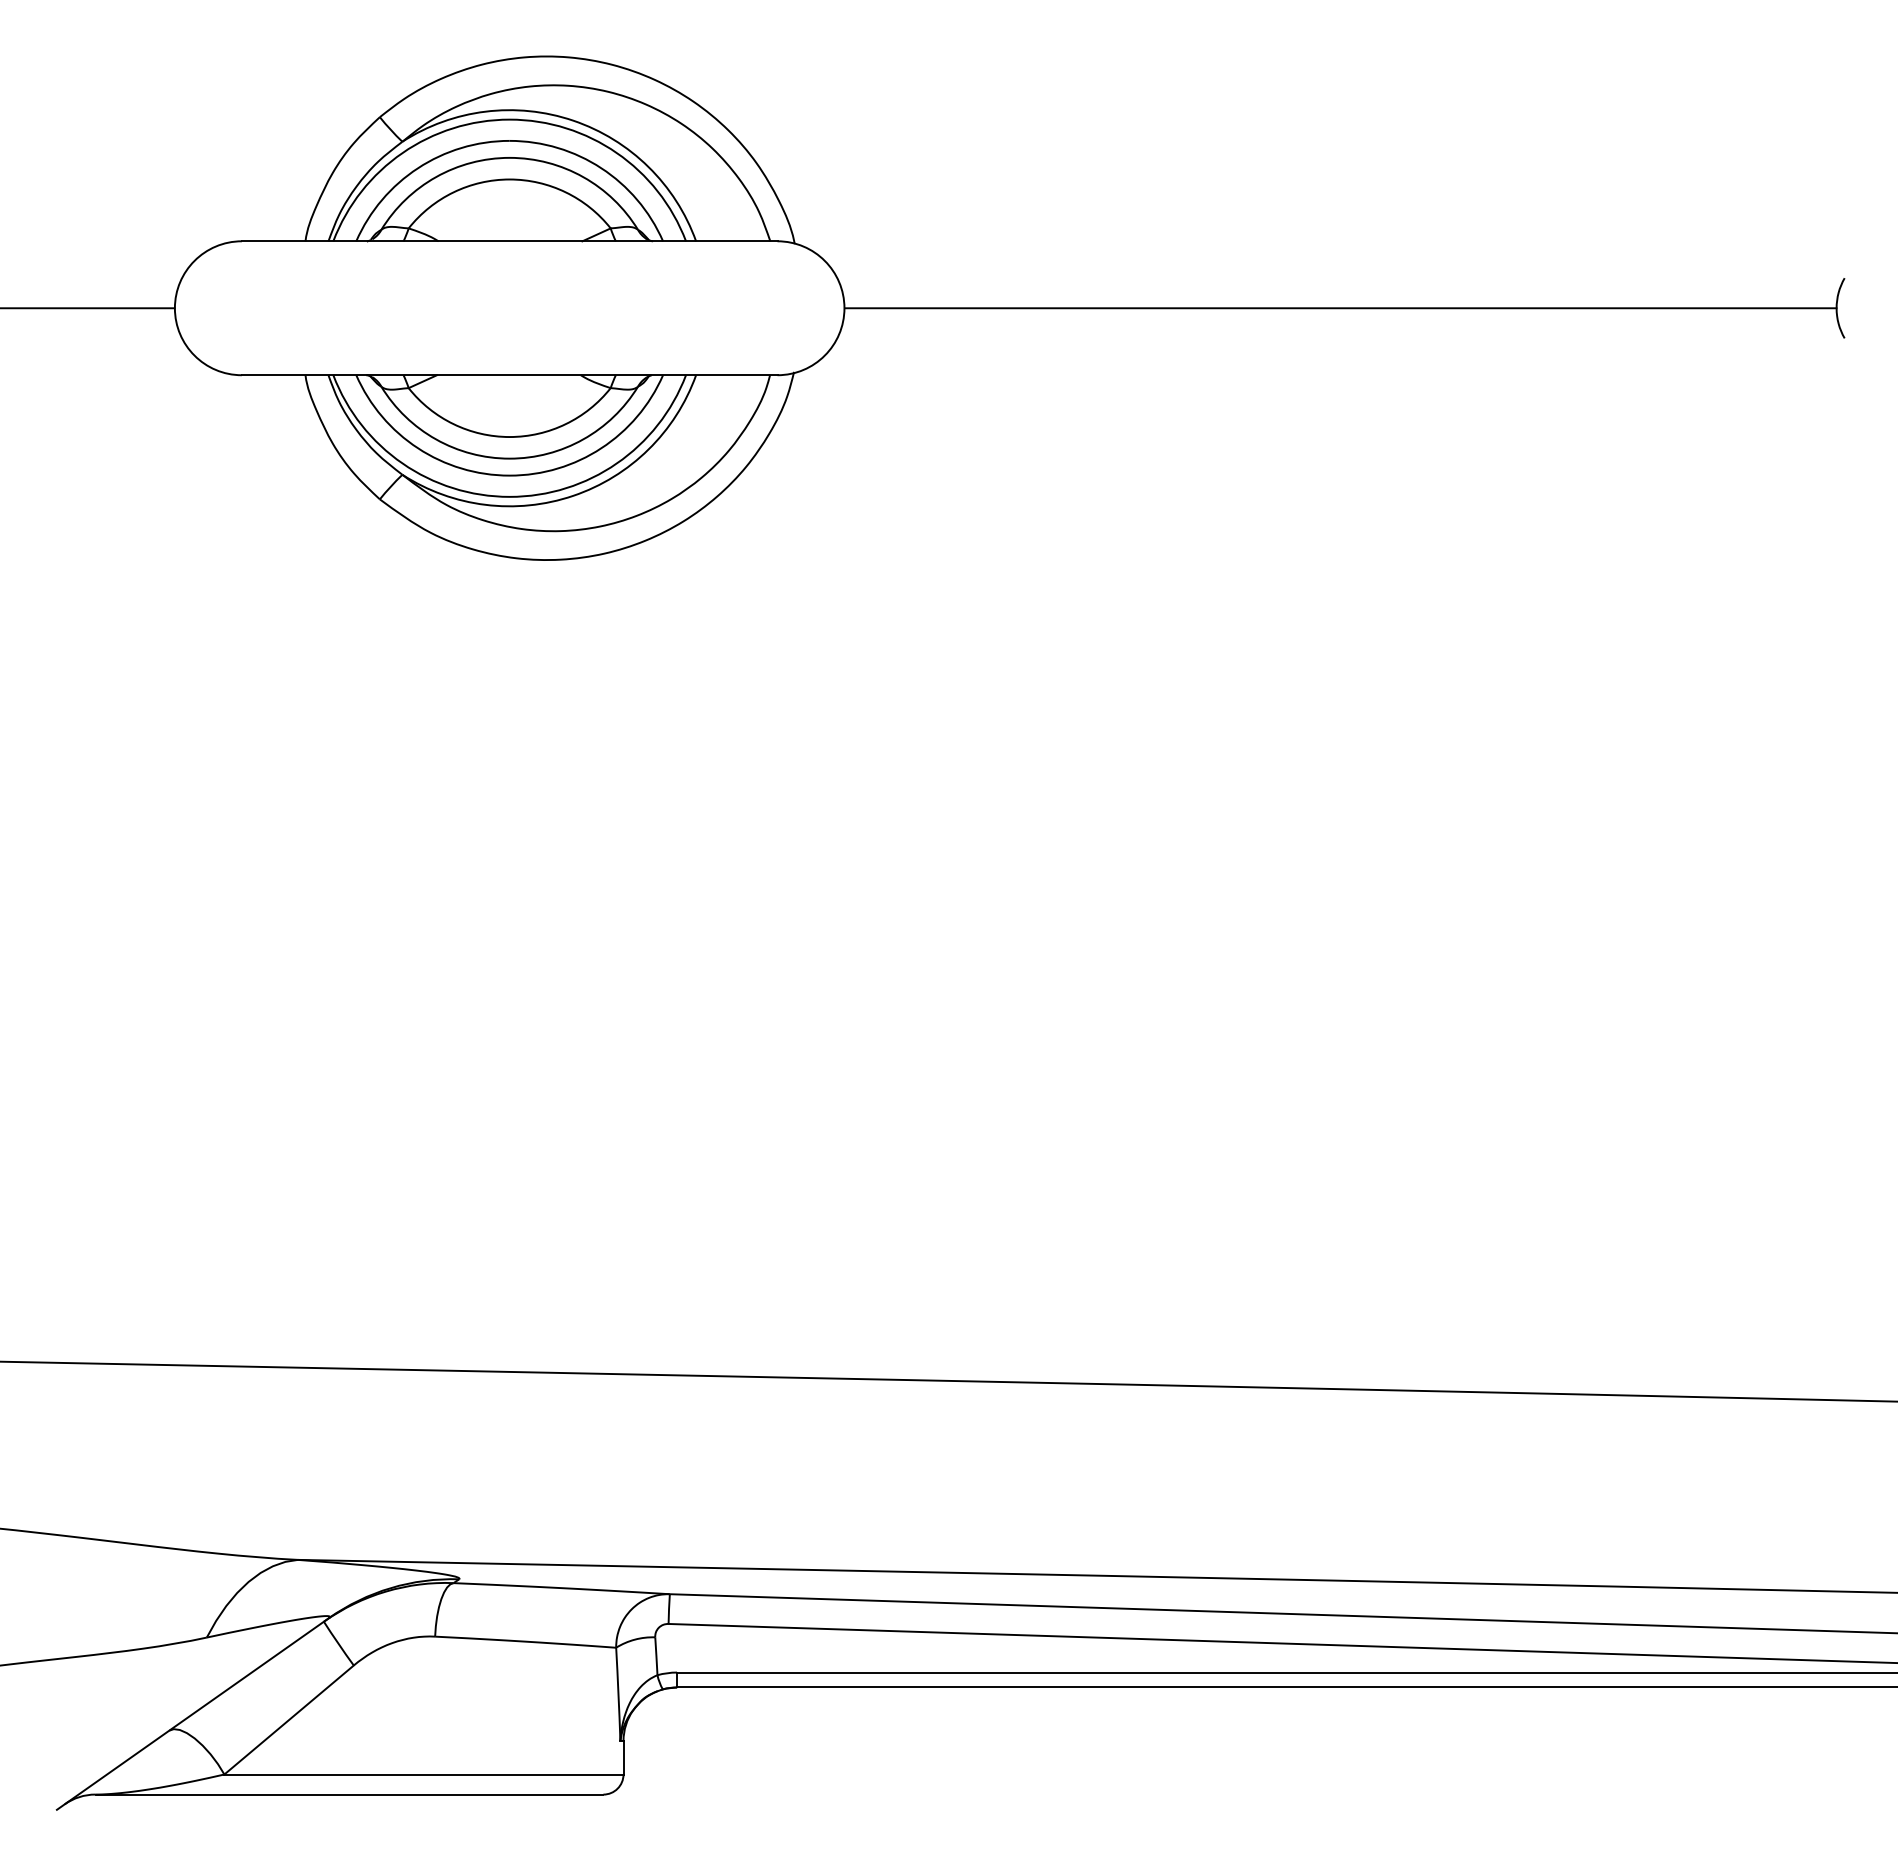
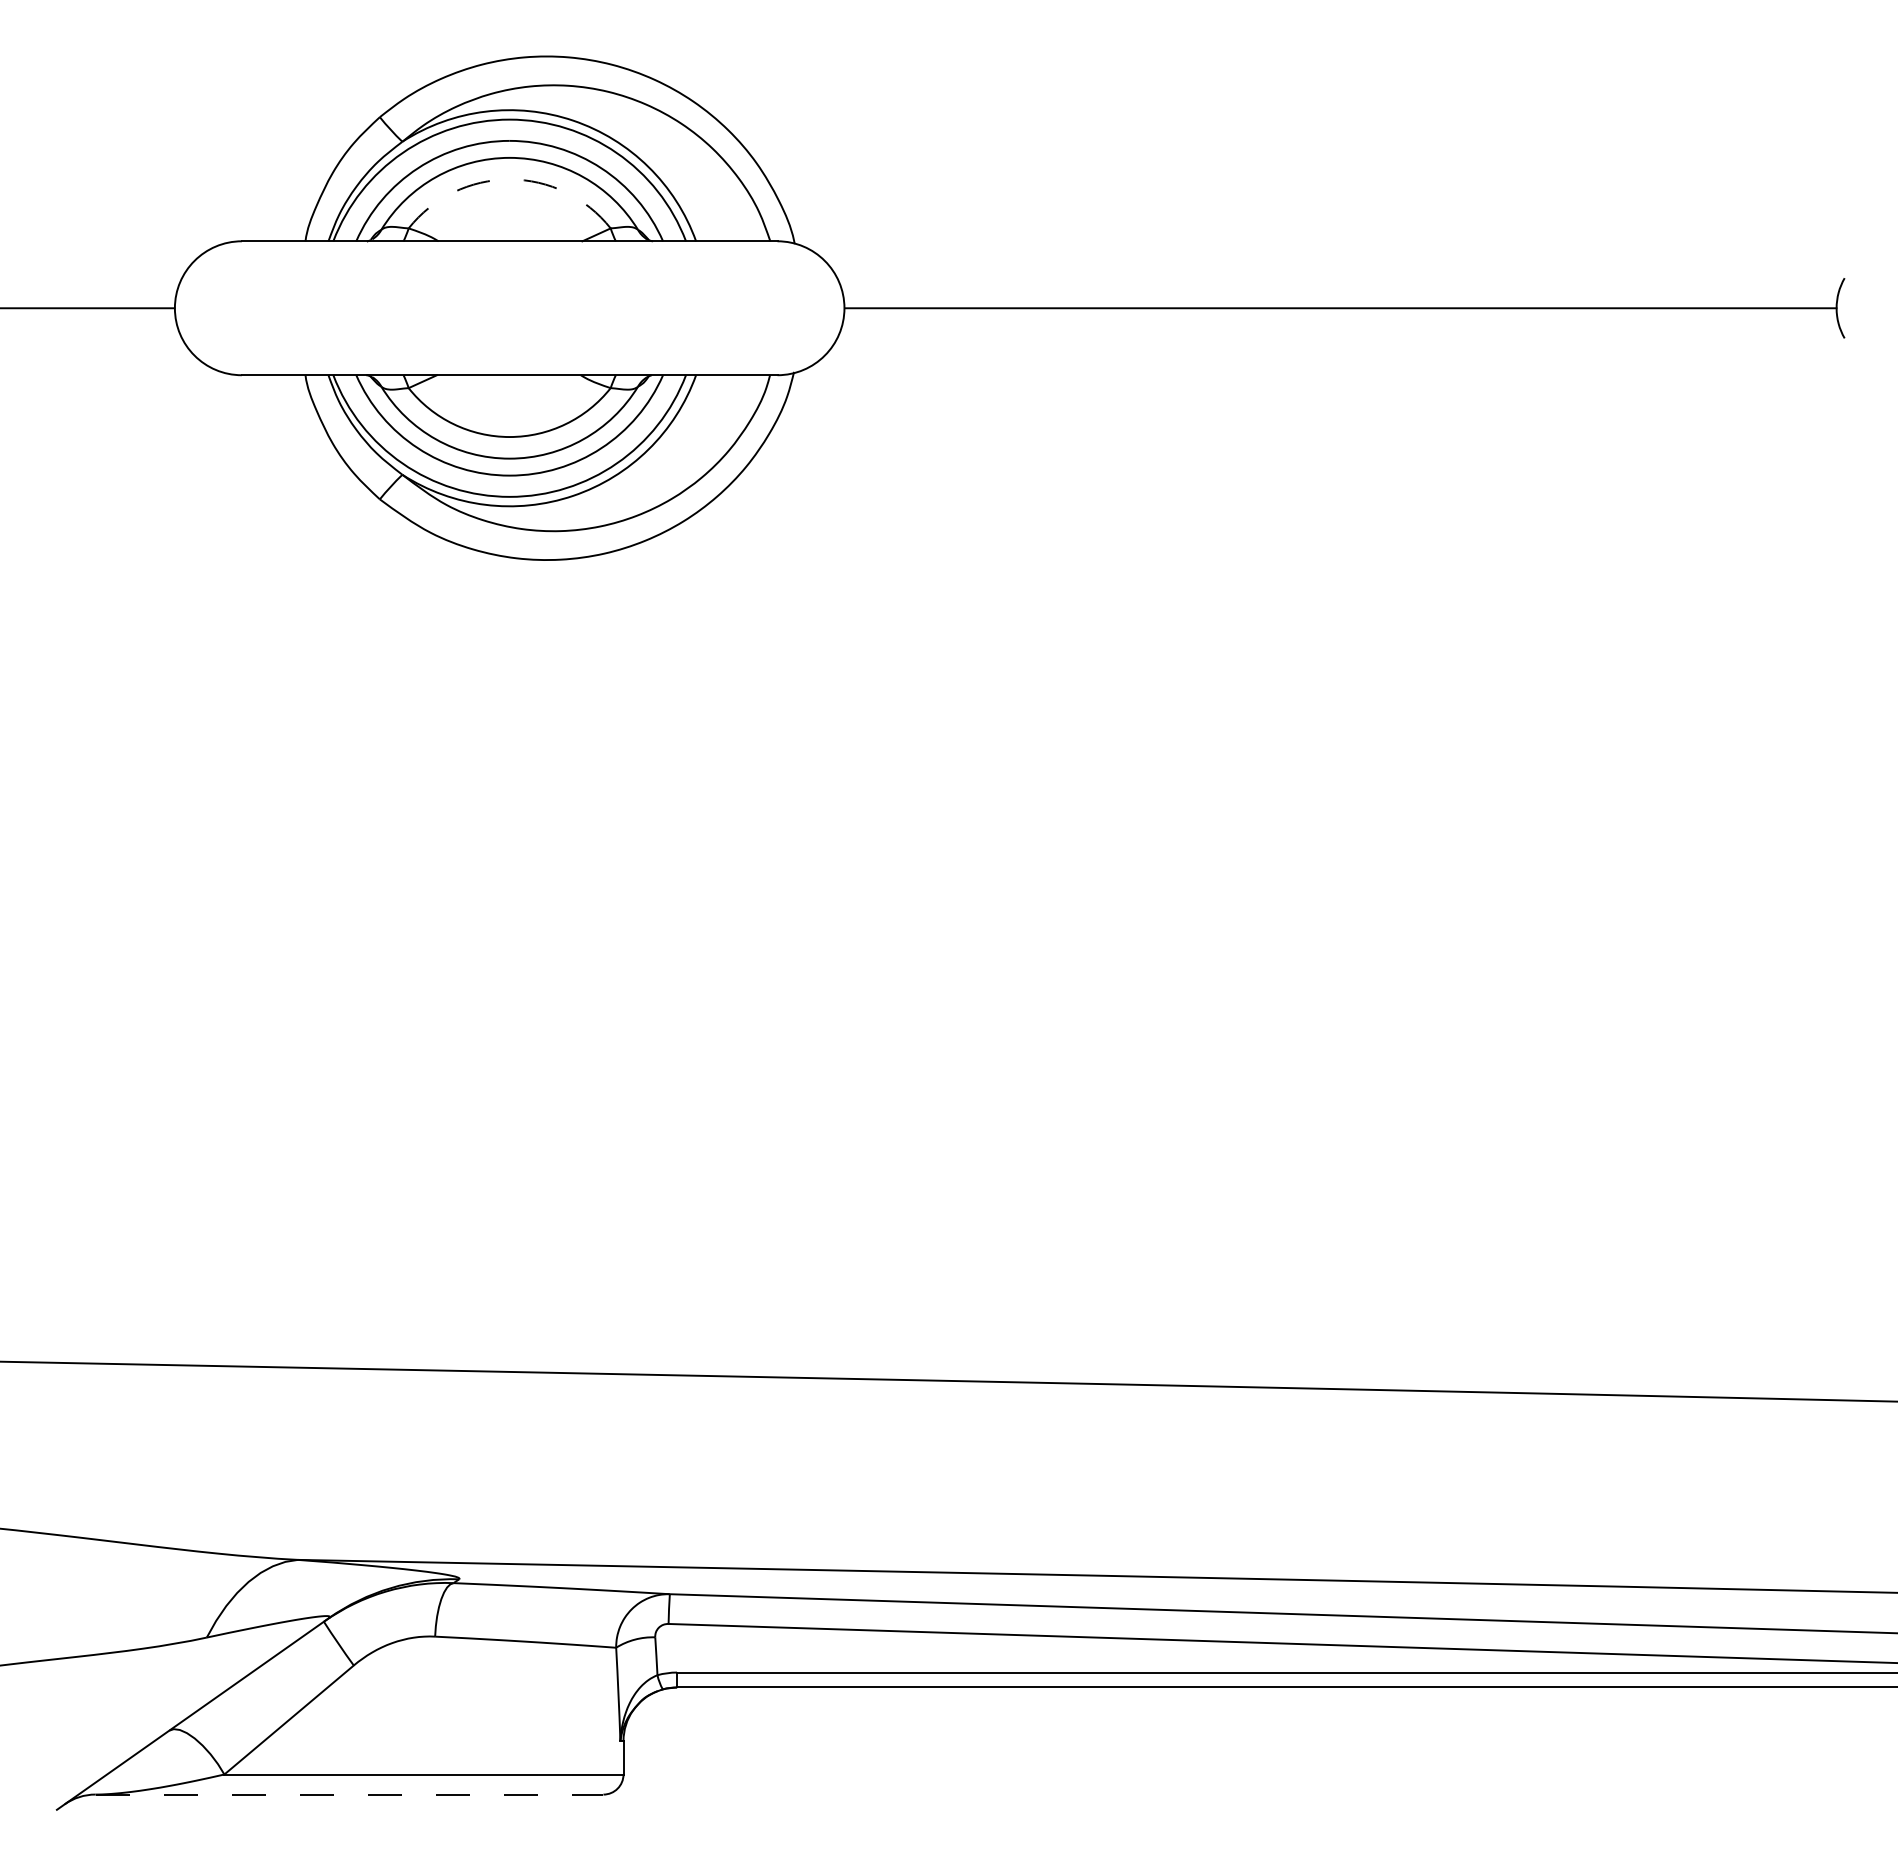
arc at (509, 179): solid -> dashed
line at (349, 1794): solid -> dashed
